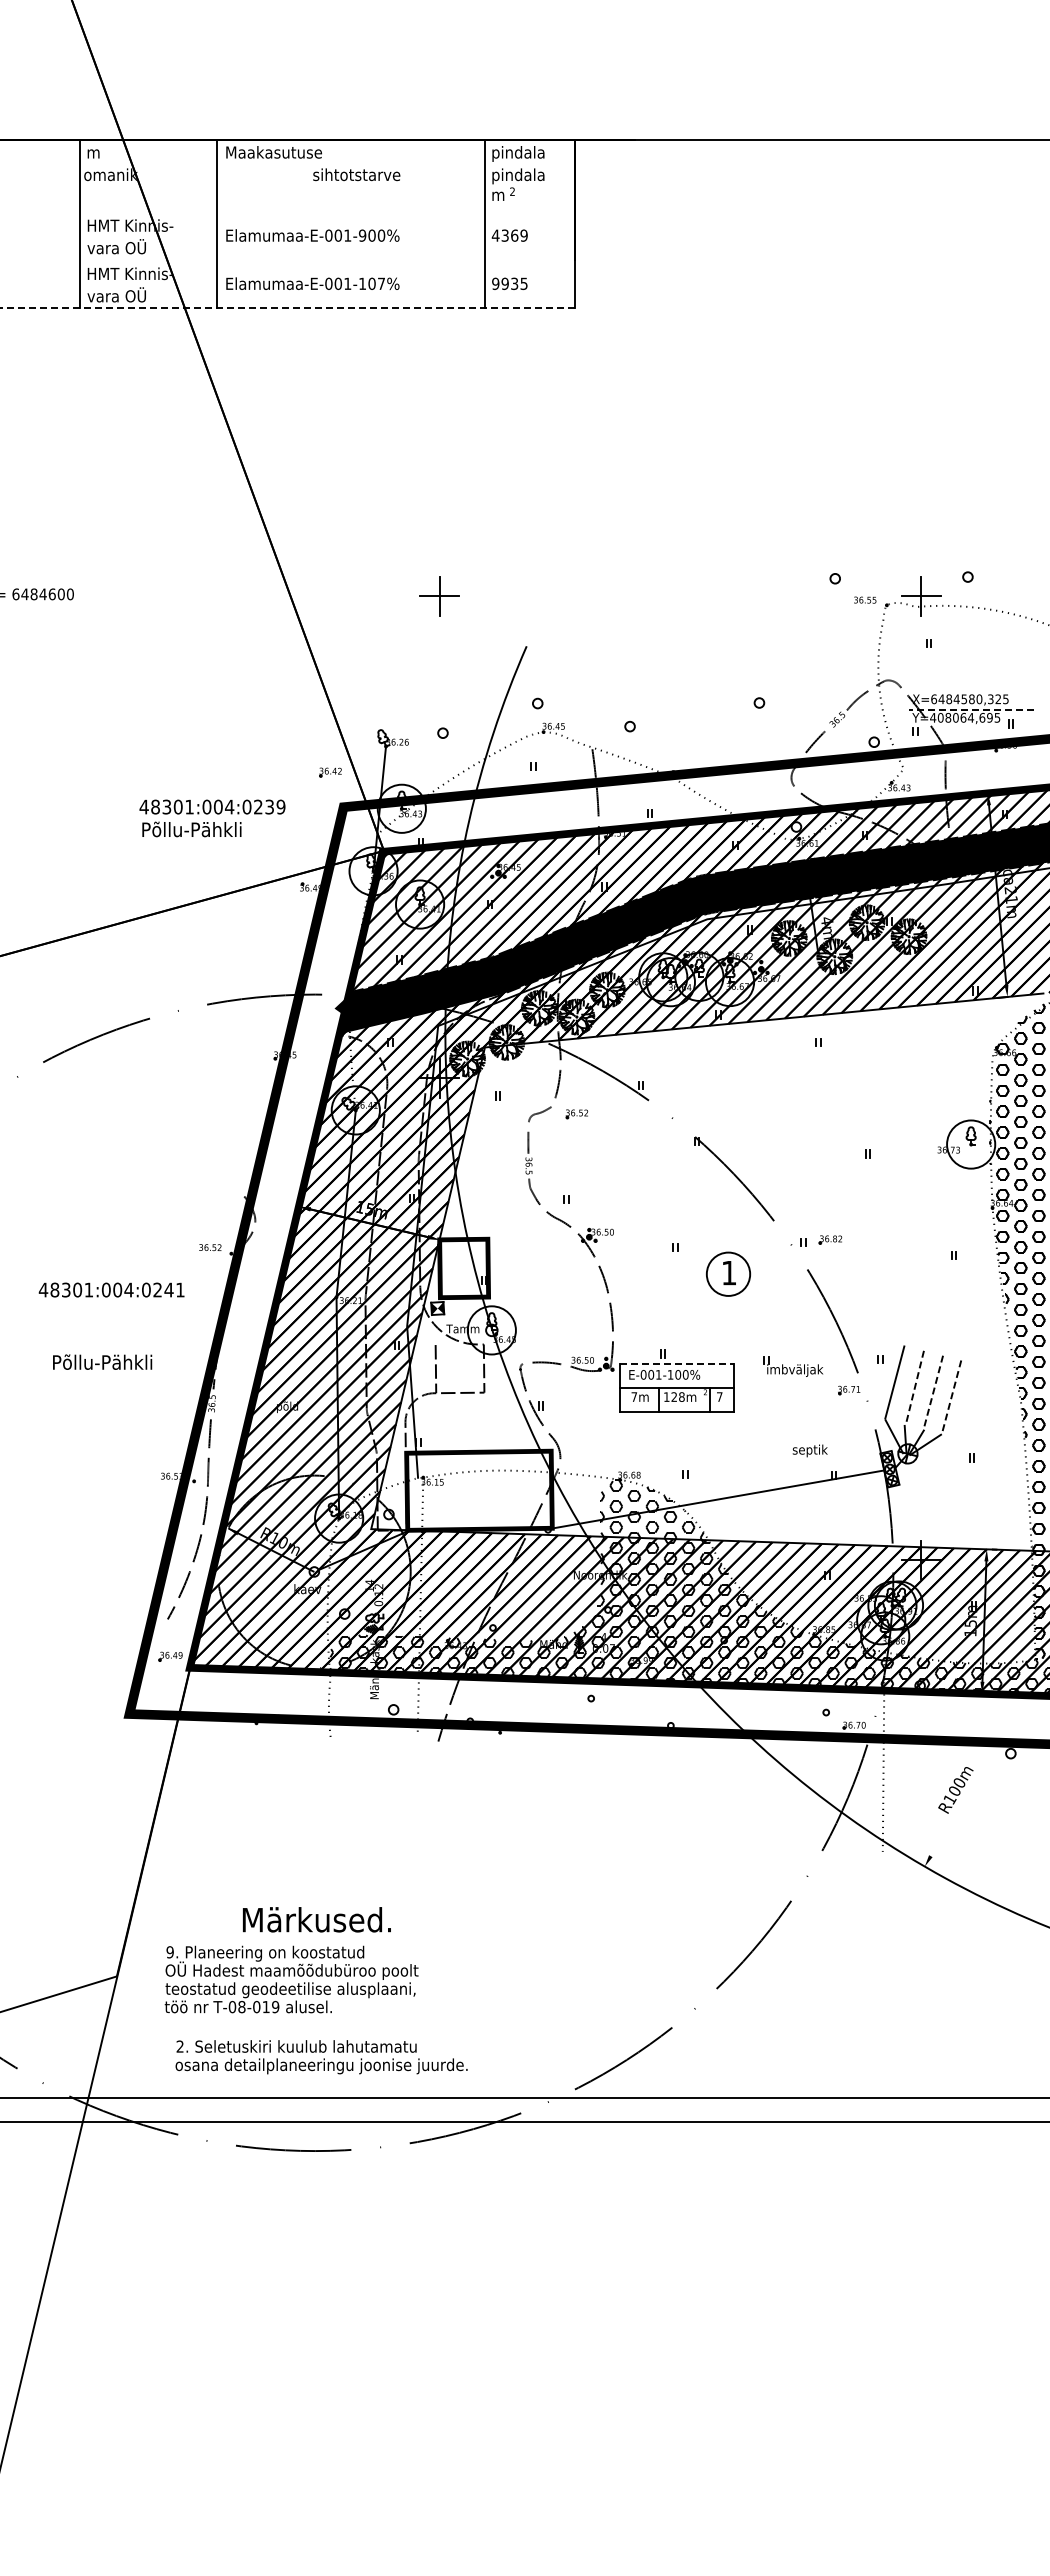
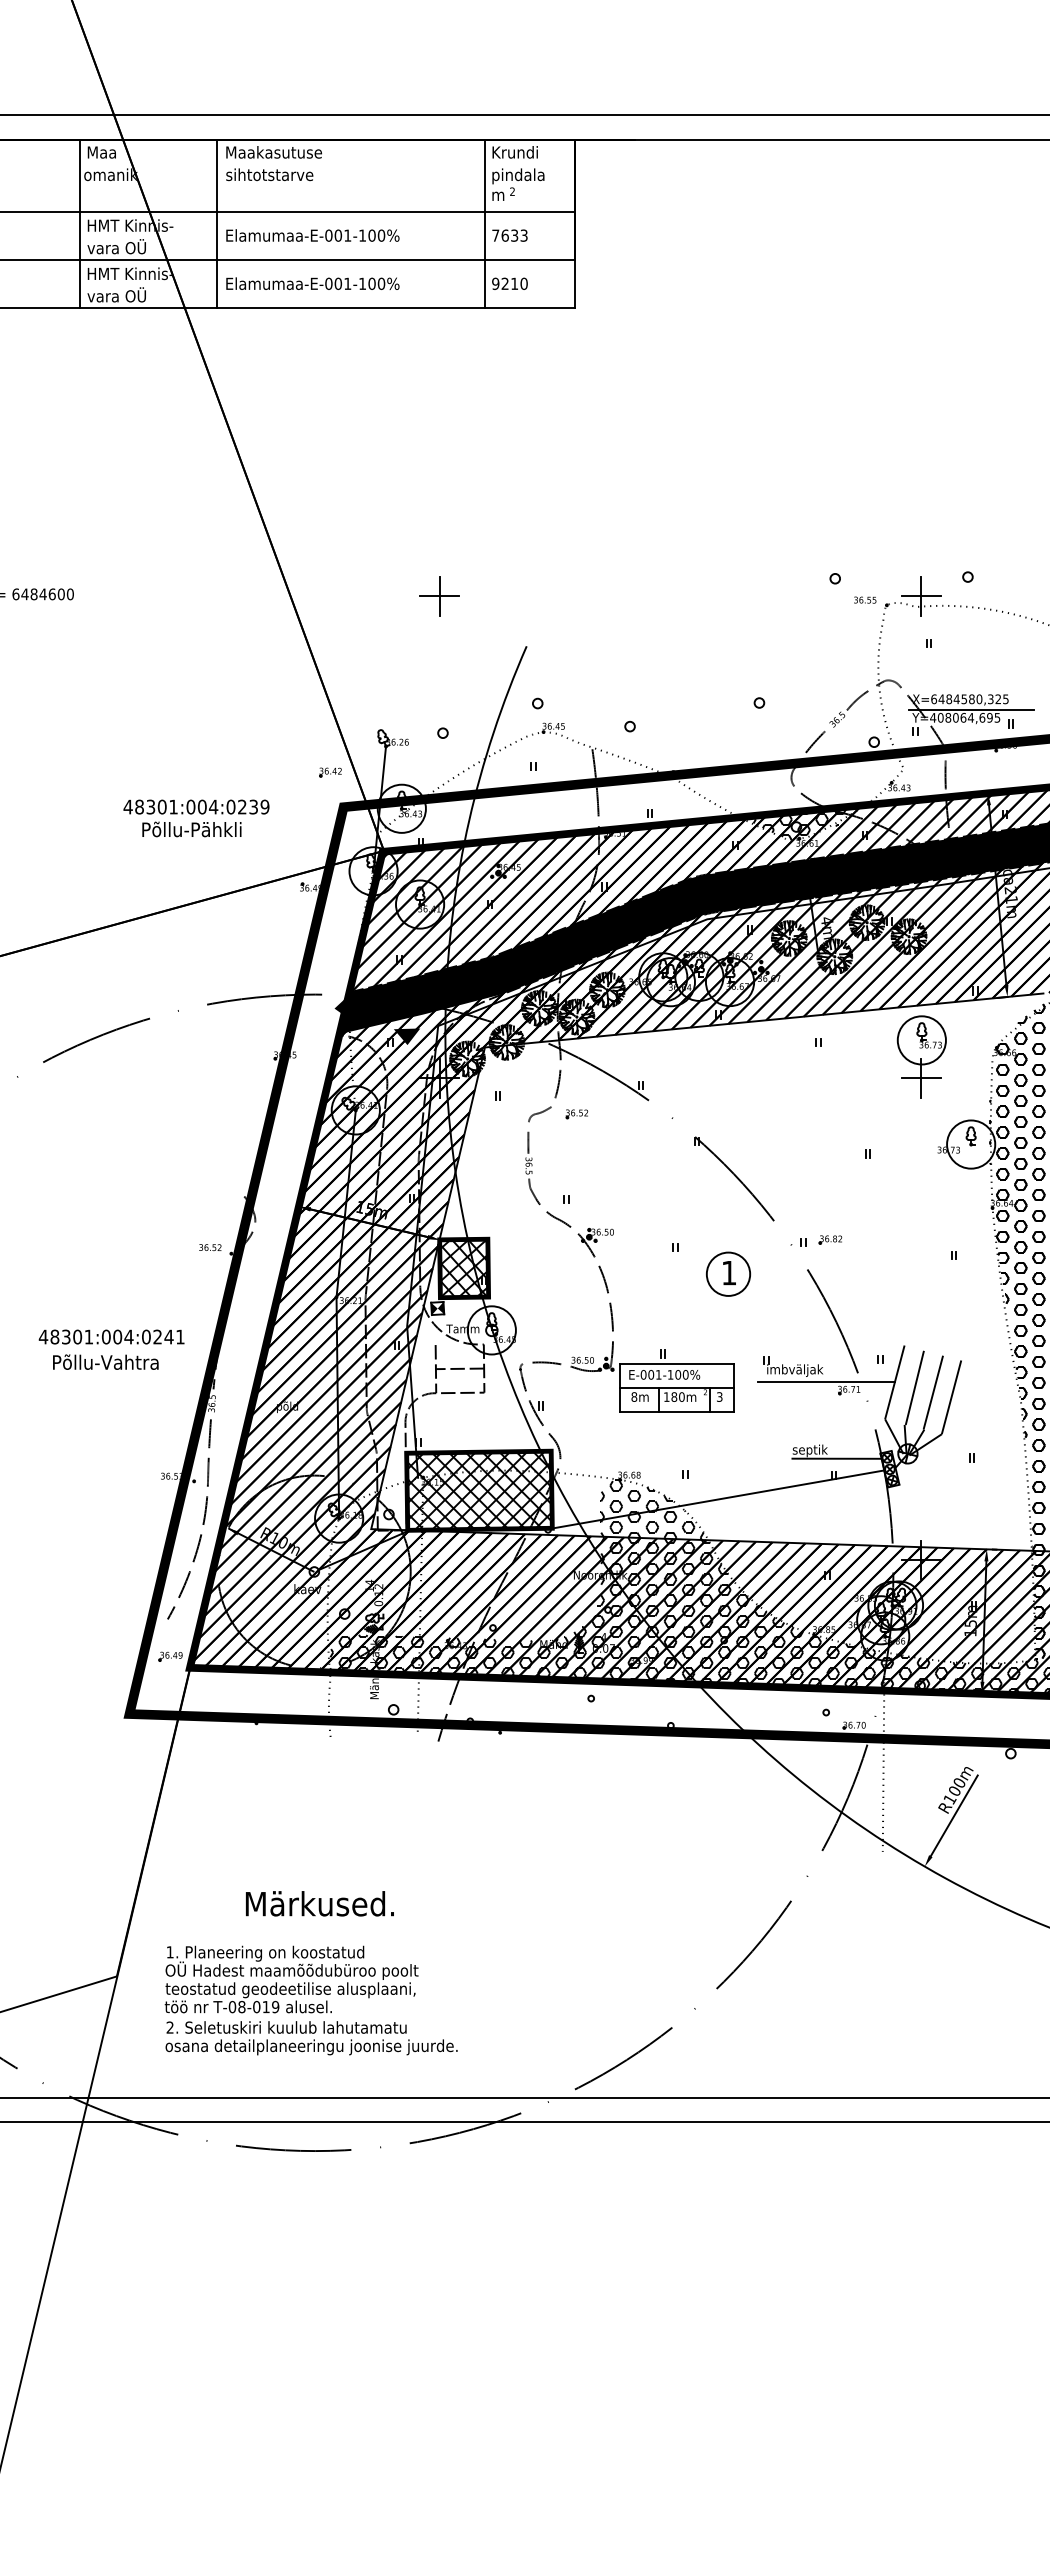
line at (524, 115): none -> present
text at (101, 152): m -> Maa
text at (518, 153): pindala -> Krundi
text at (356, 174) position: (356, 174) -> (269, 174)
line at (288, 211): none -> present
text at (362, 235): Elamumaa-E-001-900% -> Elamumaa-E-001-100%
text at (509, 235): 4369 -> 7633
line at (288, 260): none -> present
text at (381, 283): Elamumaa-E-001-107% -> Elamumaa-E-001-100%
text at (514, 283): 9935 -> 9210
line at (287, 308): dashed -> solid
line at (971, 709): dashed -> solid
text at (212, 806) position: (212, 806) -> (196, 806)
hatch at (795, 822): none -> present
fill at (406, 1036): none -> present
part at (921, 1056): none -> present
hatch at (463, 1268): none -> present
text at (111, 1289) position: (111, 1289) -> (111, 1336)
text at (129, 1361): Põllu-Pähkli -> Põllu-Vahtra
line at (677, 1363): dashed -> solid
line at (459, 1368): none -> present
line at (826, 1382): none -> present
line at (914, 1388): dashed -> solid
line at (933, 1393): dashed -> solid
text at (634, 1396): 7m -> 8m
text at (677, 1396): 128m -> 180m
text at (719, 1396): 7 -> 3
line at (951, 1397): dashed -> solid
line at (836, 1458): none -> present
hatch at (479, 1490): none -> present
line at (953, 1815): none -> present
text at (316, 1919) position: (316, 1919) -> (319, 1903)
text at (169, 1952): 9. -> 1.
text at (321, 2057) position: (321, 2057) -> (311, 2038)
